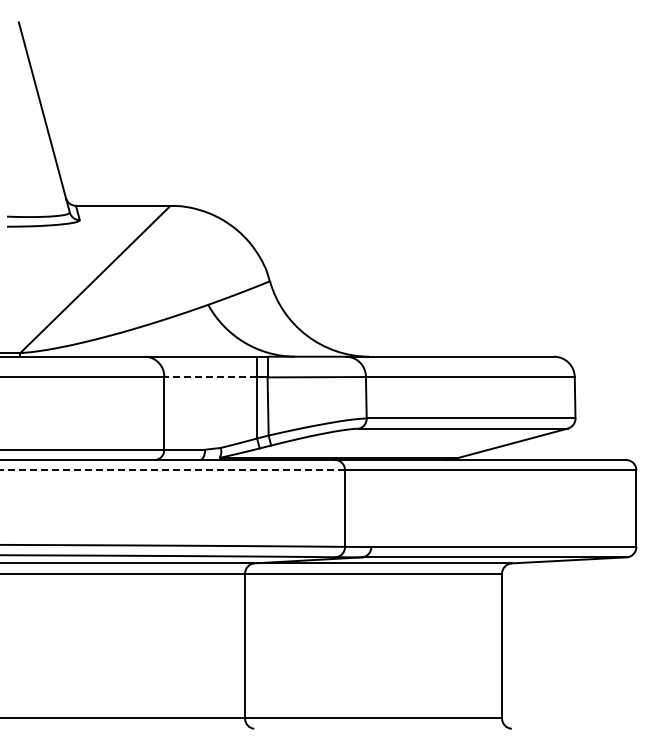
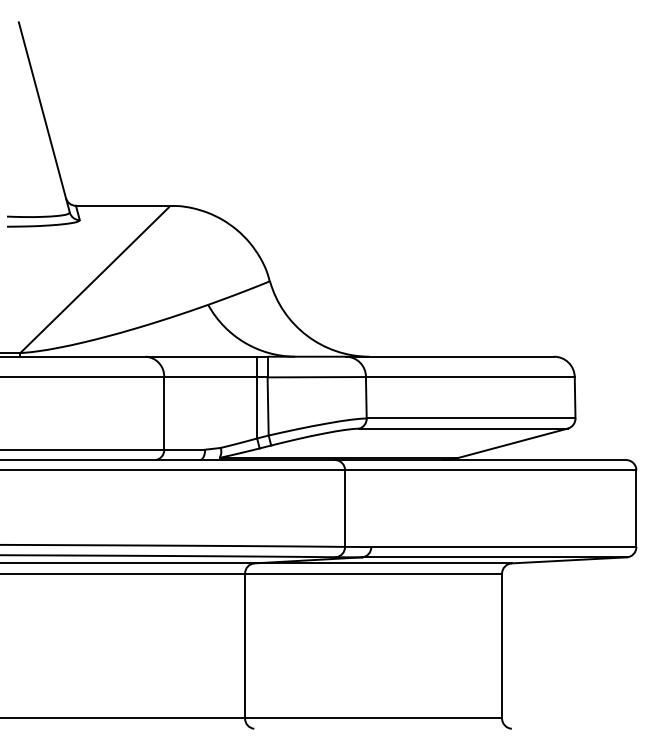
line at (210, 377): dashed -> solid
line at (172, 470): dashed -> solid
